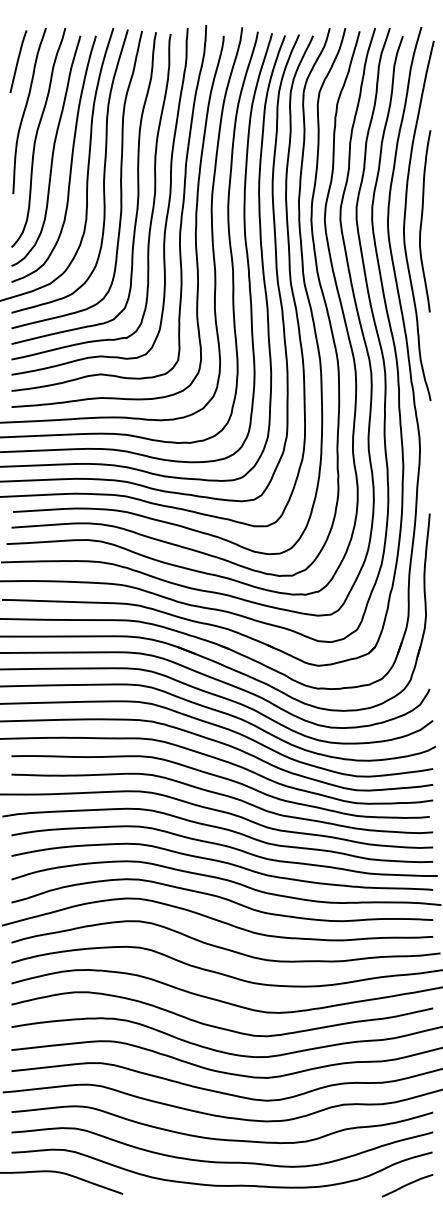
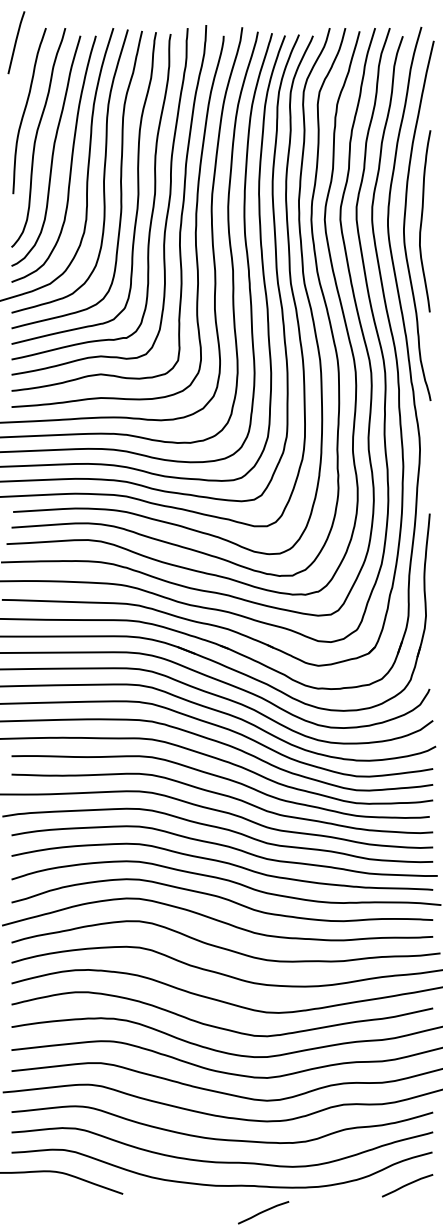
line at (18, 61) position: (18, 61) -> (16, 42)
curve at (263, 1212): none -> present
